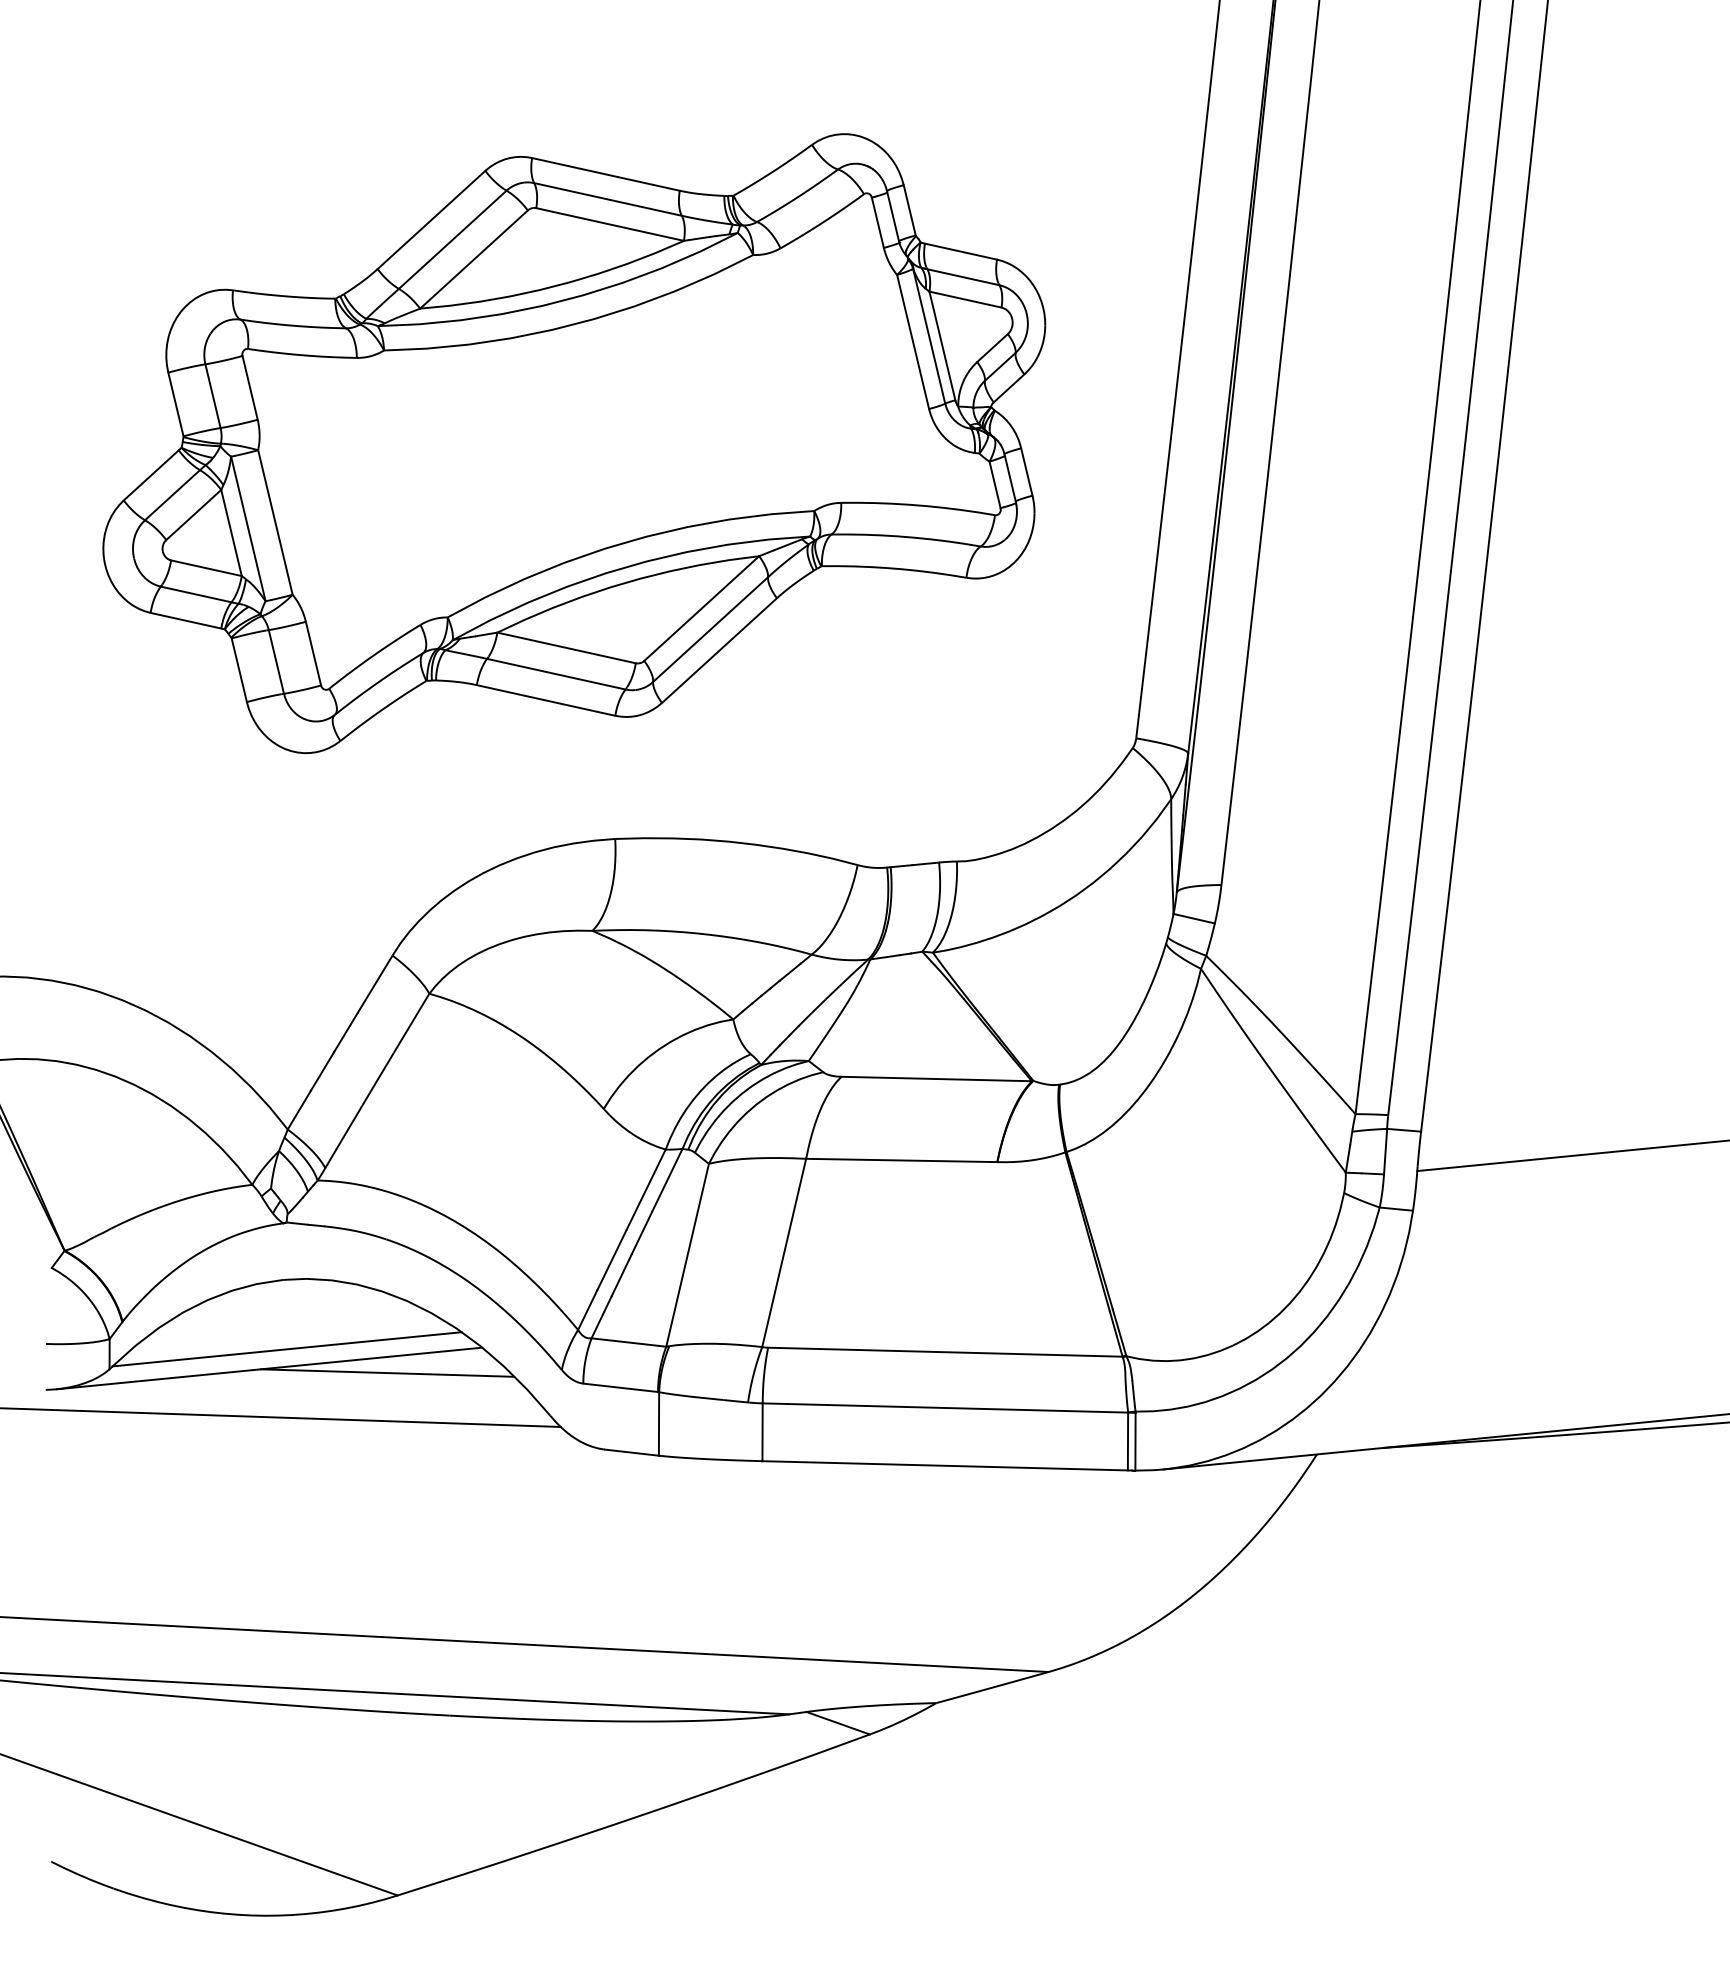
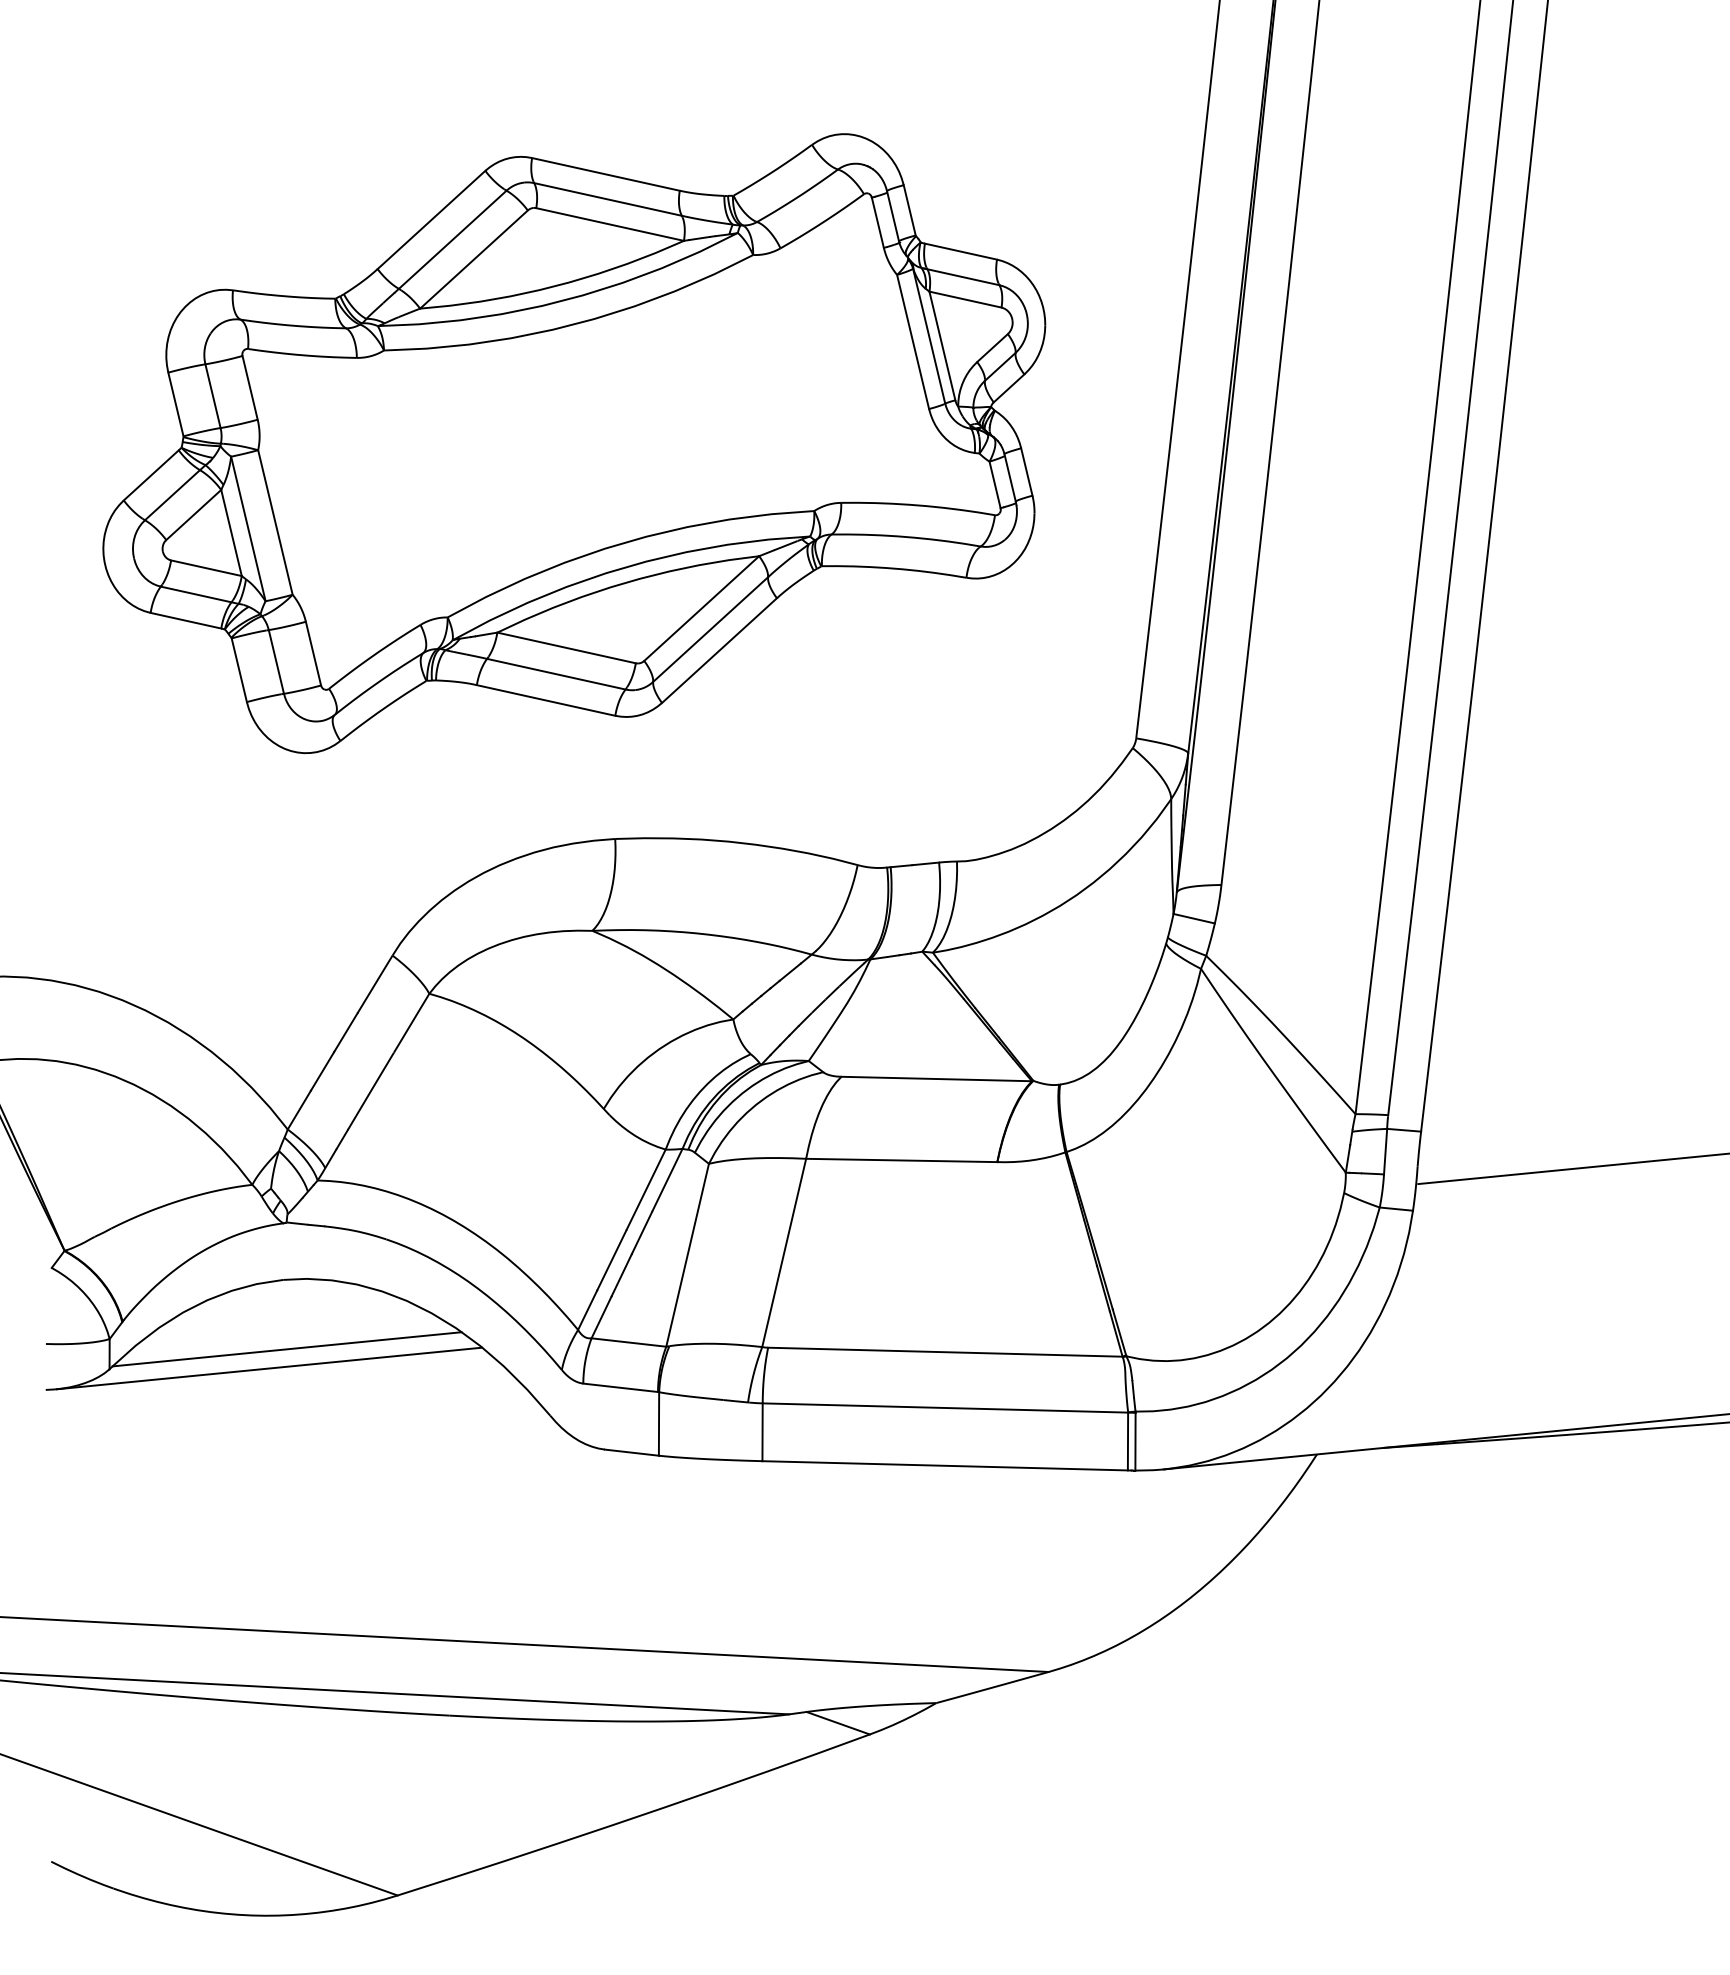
line at (1571, 1155) position: (1571, 1155) -> (1572, 1168)
line at (387, 1372): present -> none
line at (281, 1417): present -> none
